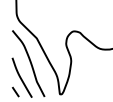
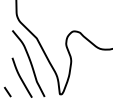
line at (15, 91) position: (15, 91) -> (7, 91)
